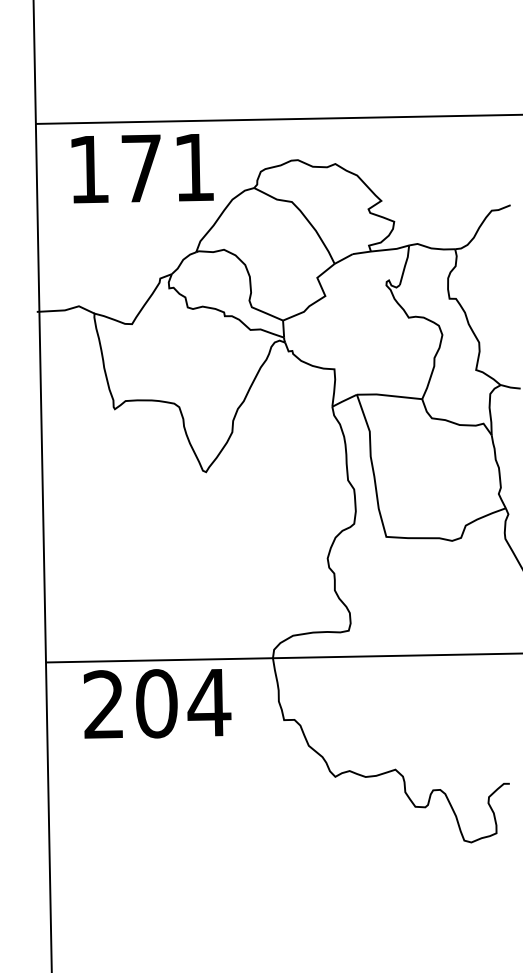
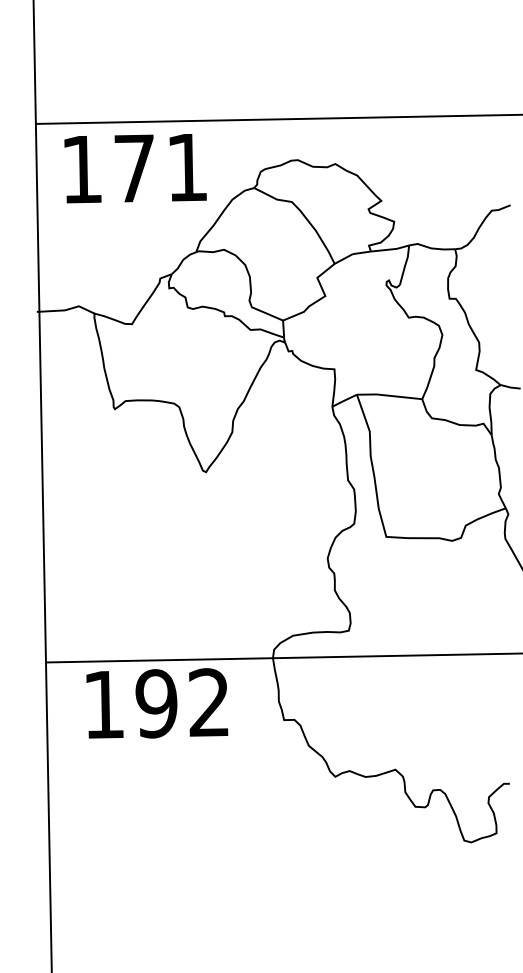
text at (142, 168) position: (142, 168) -> (135, 168)
text at (157, 703): 204 -> 192
